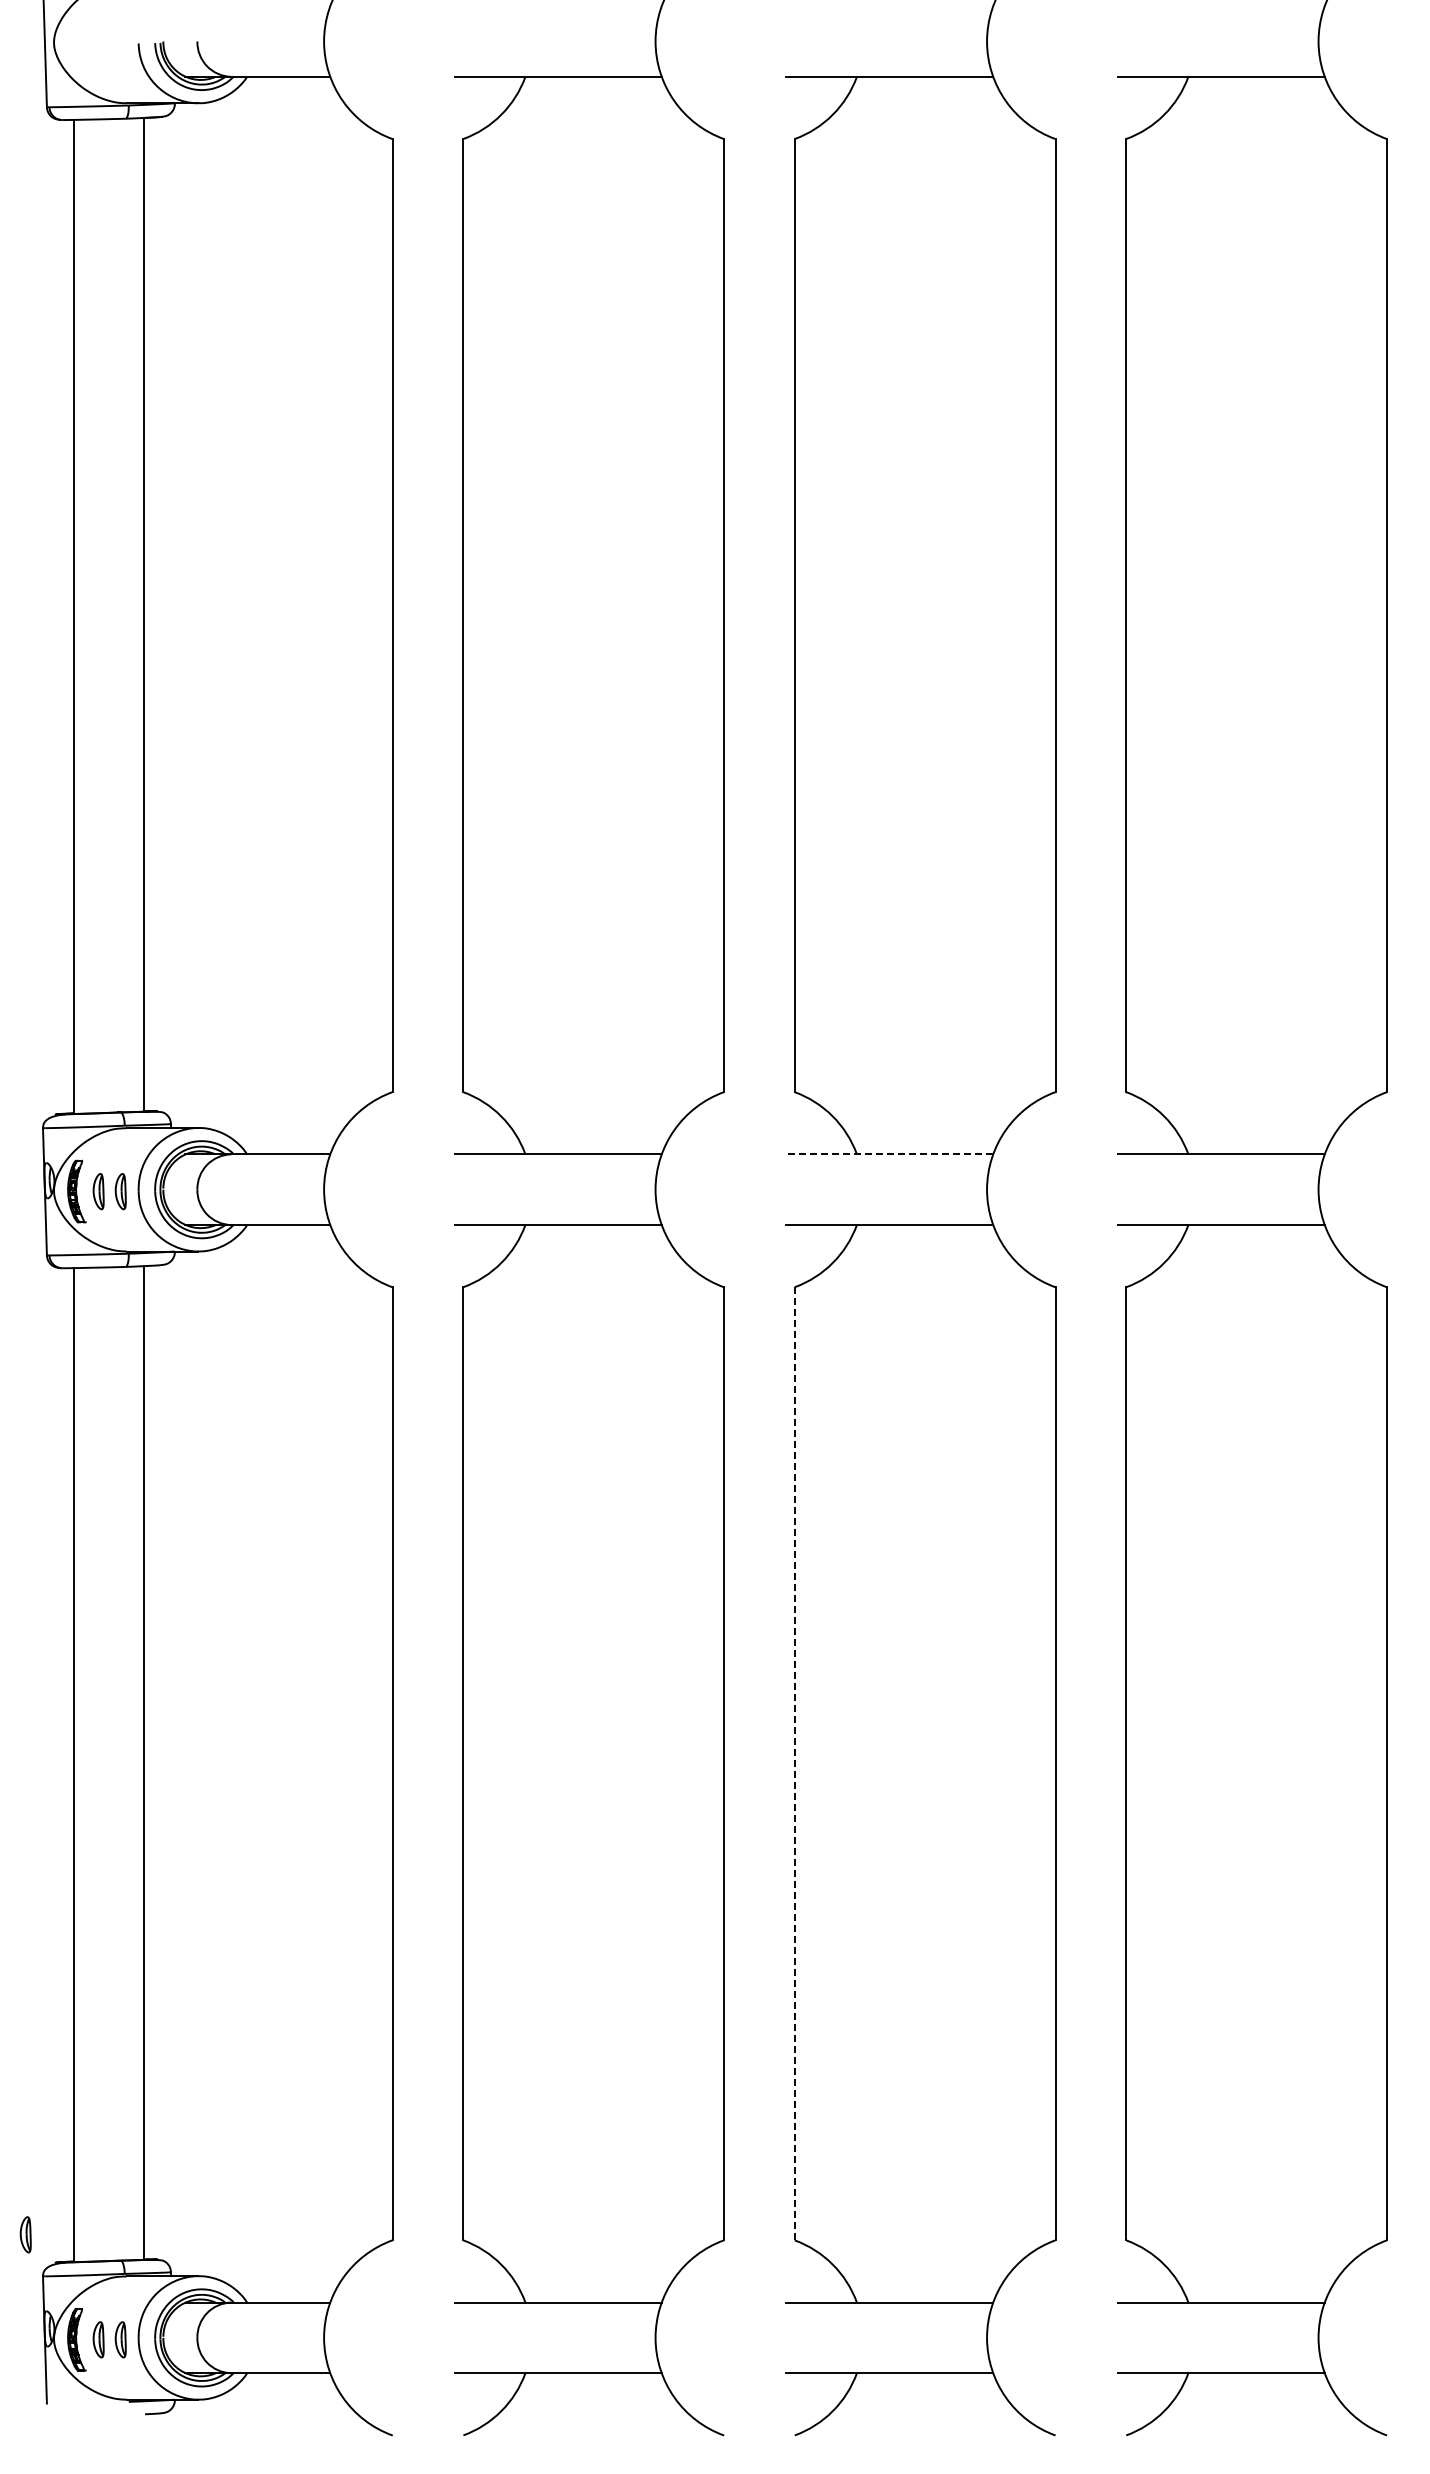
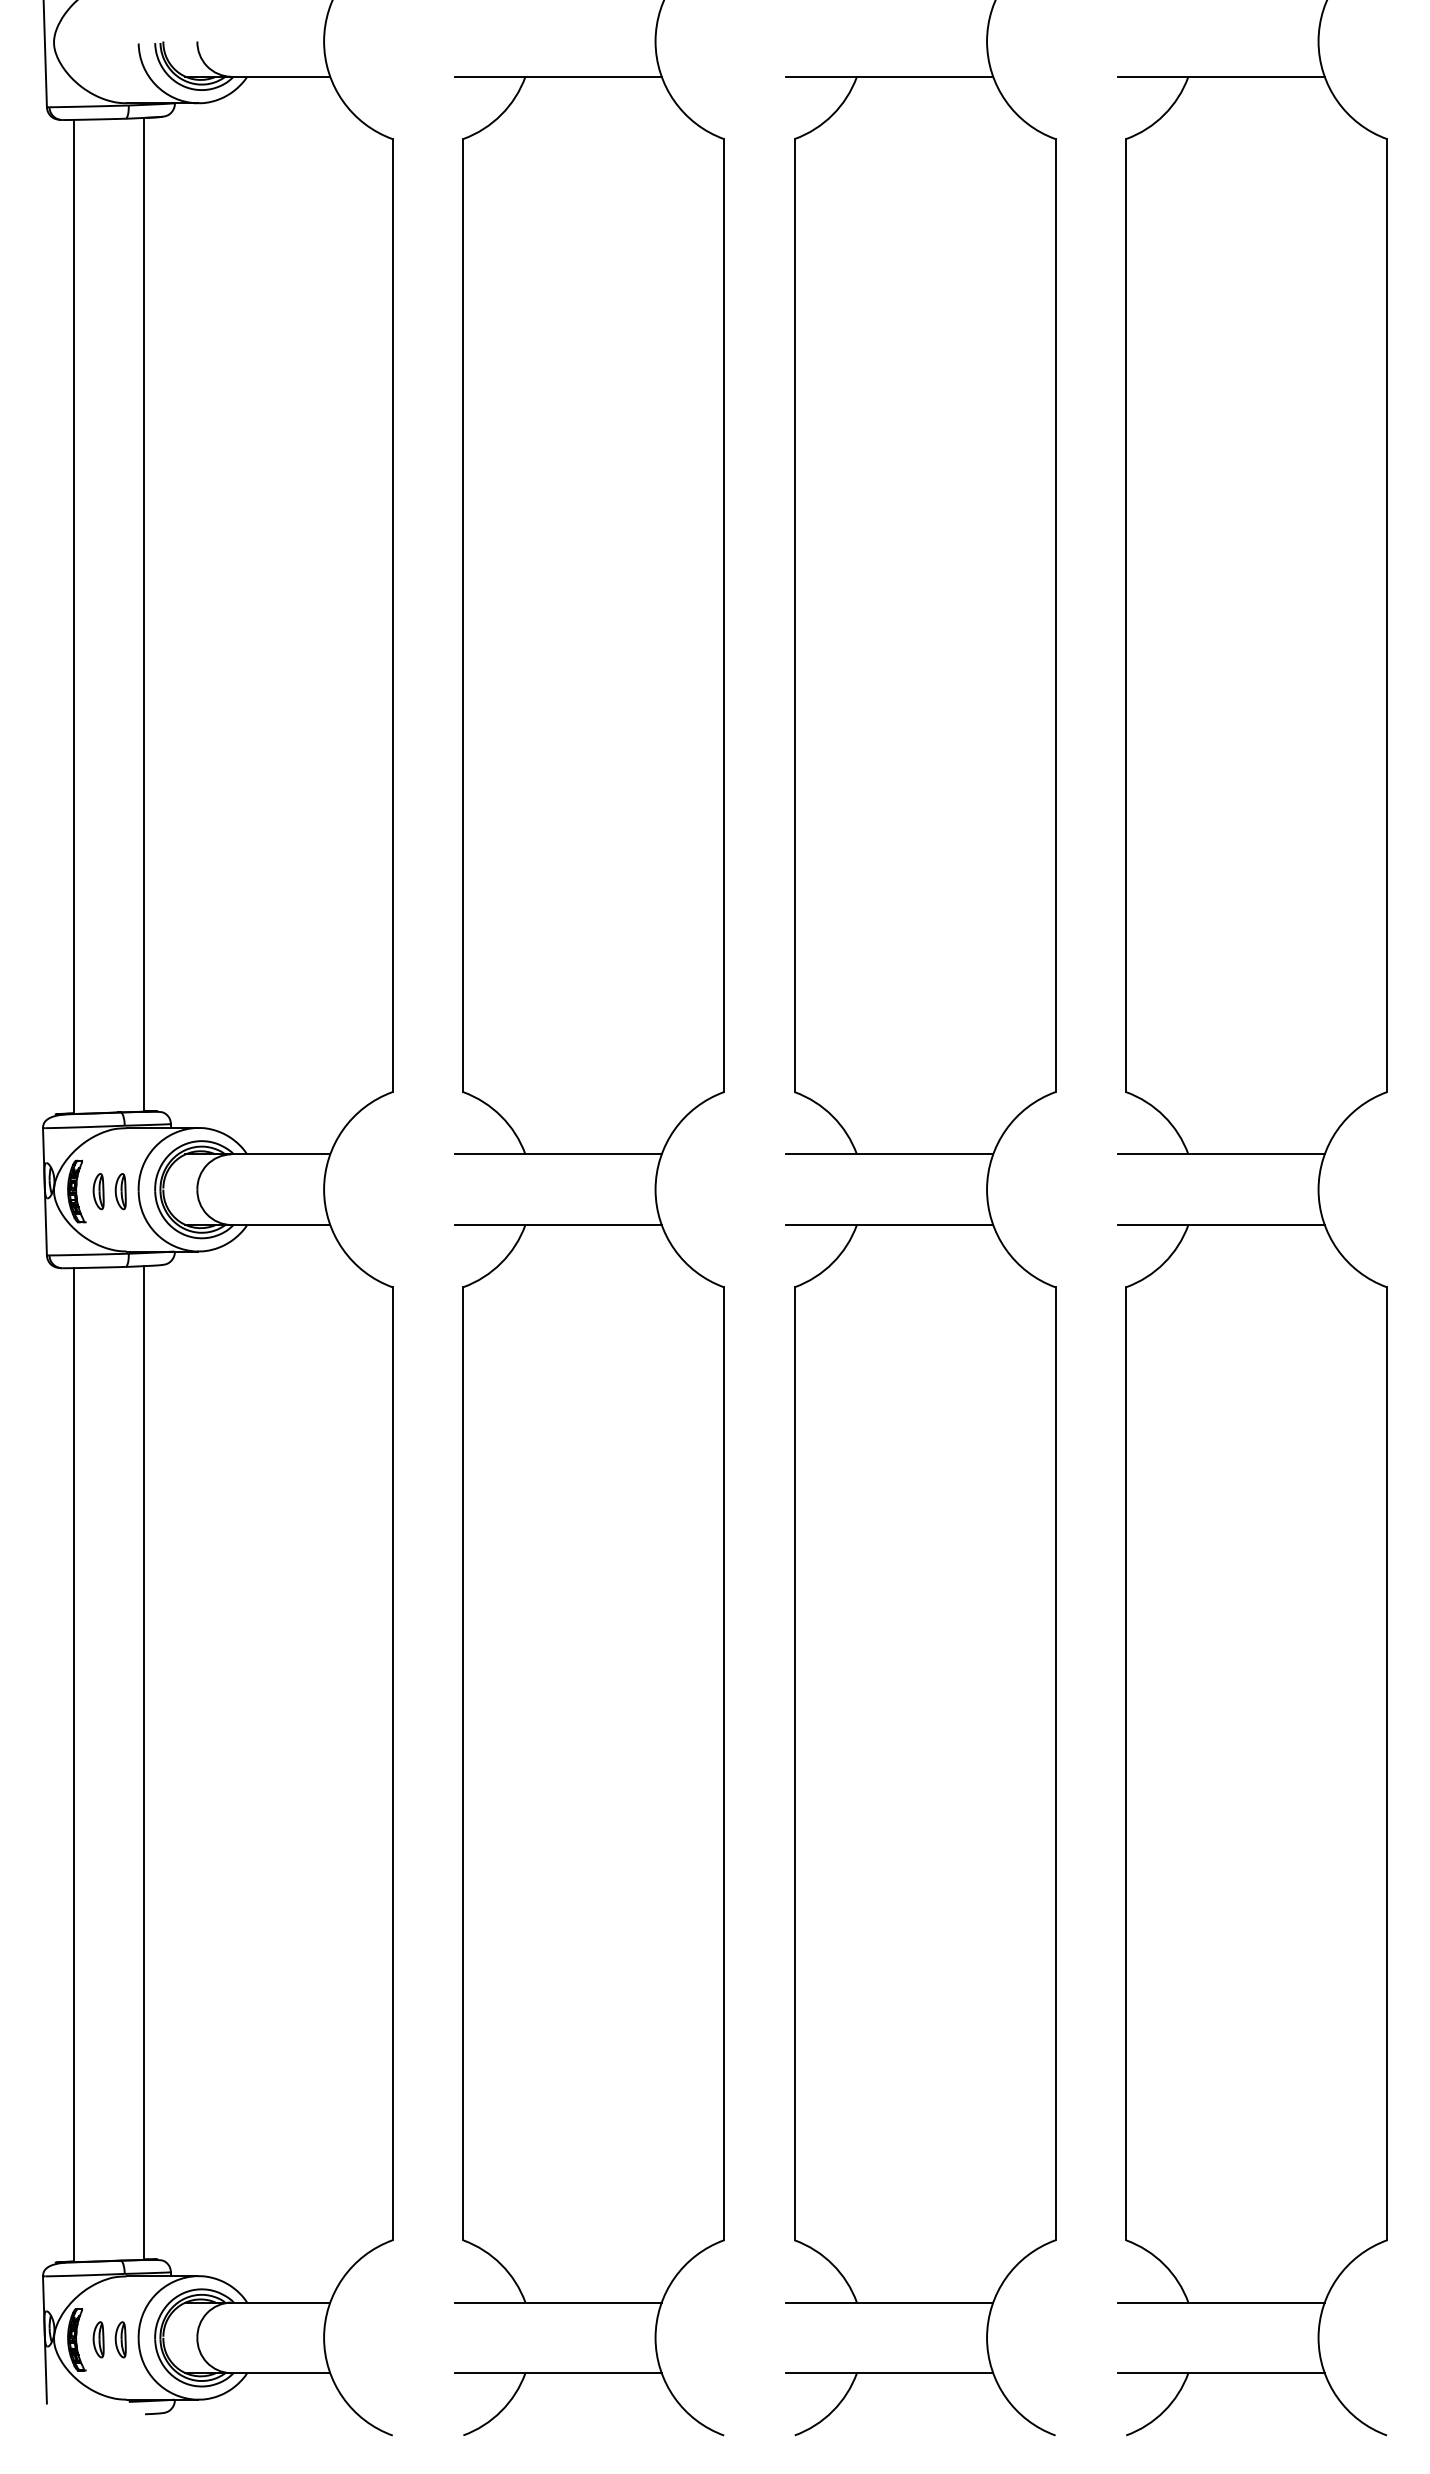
line at (889, 1154): dashed -> solid
line at (794, 1763): dashed -> solid
part at (25, 2234): present -> none
